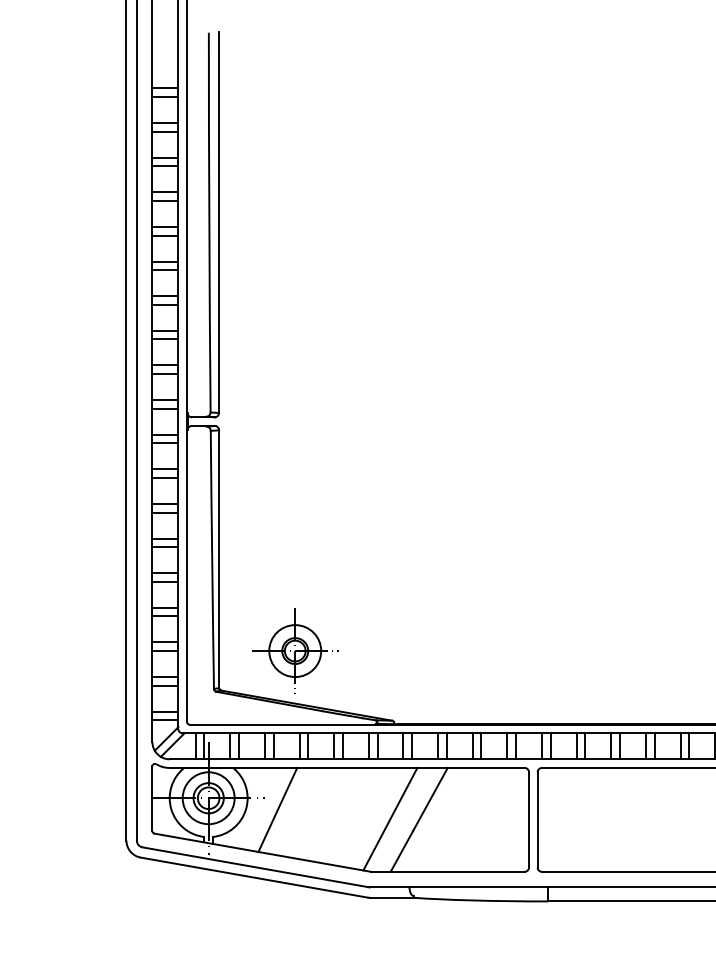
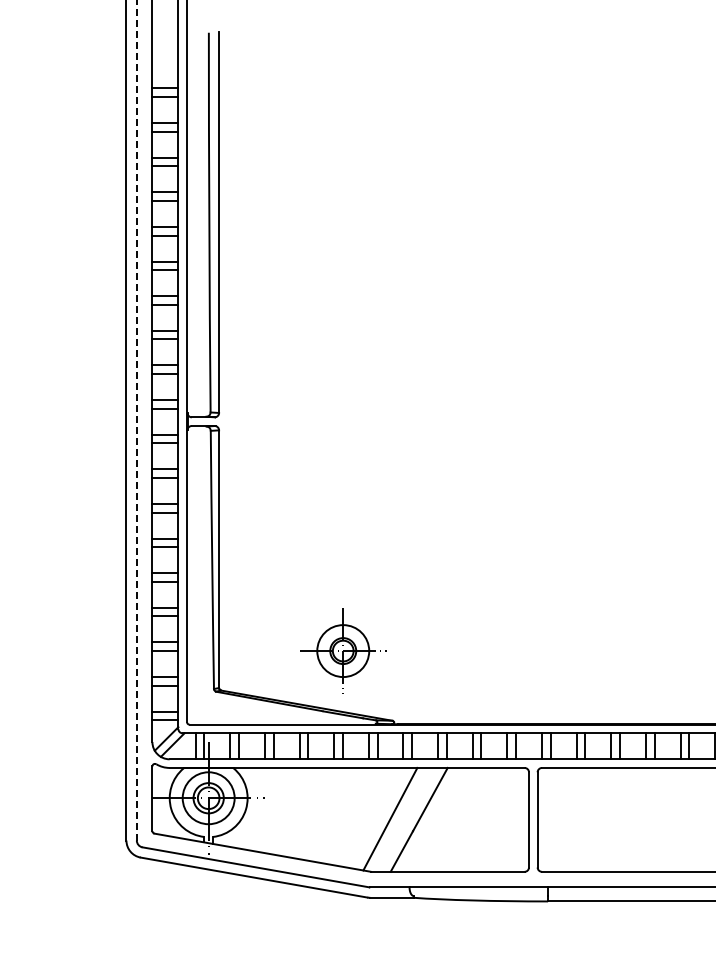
line at (136, 420): solid -> dashed
part at (295, 650) position: (295, 650) -> (343, 650)
line at (277, 809): present -> none
